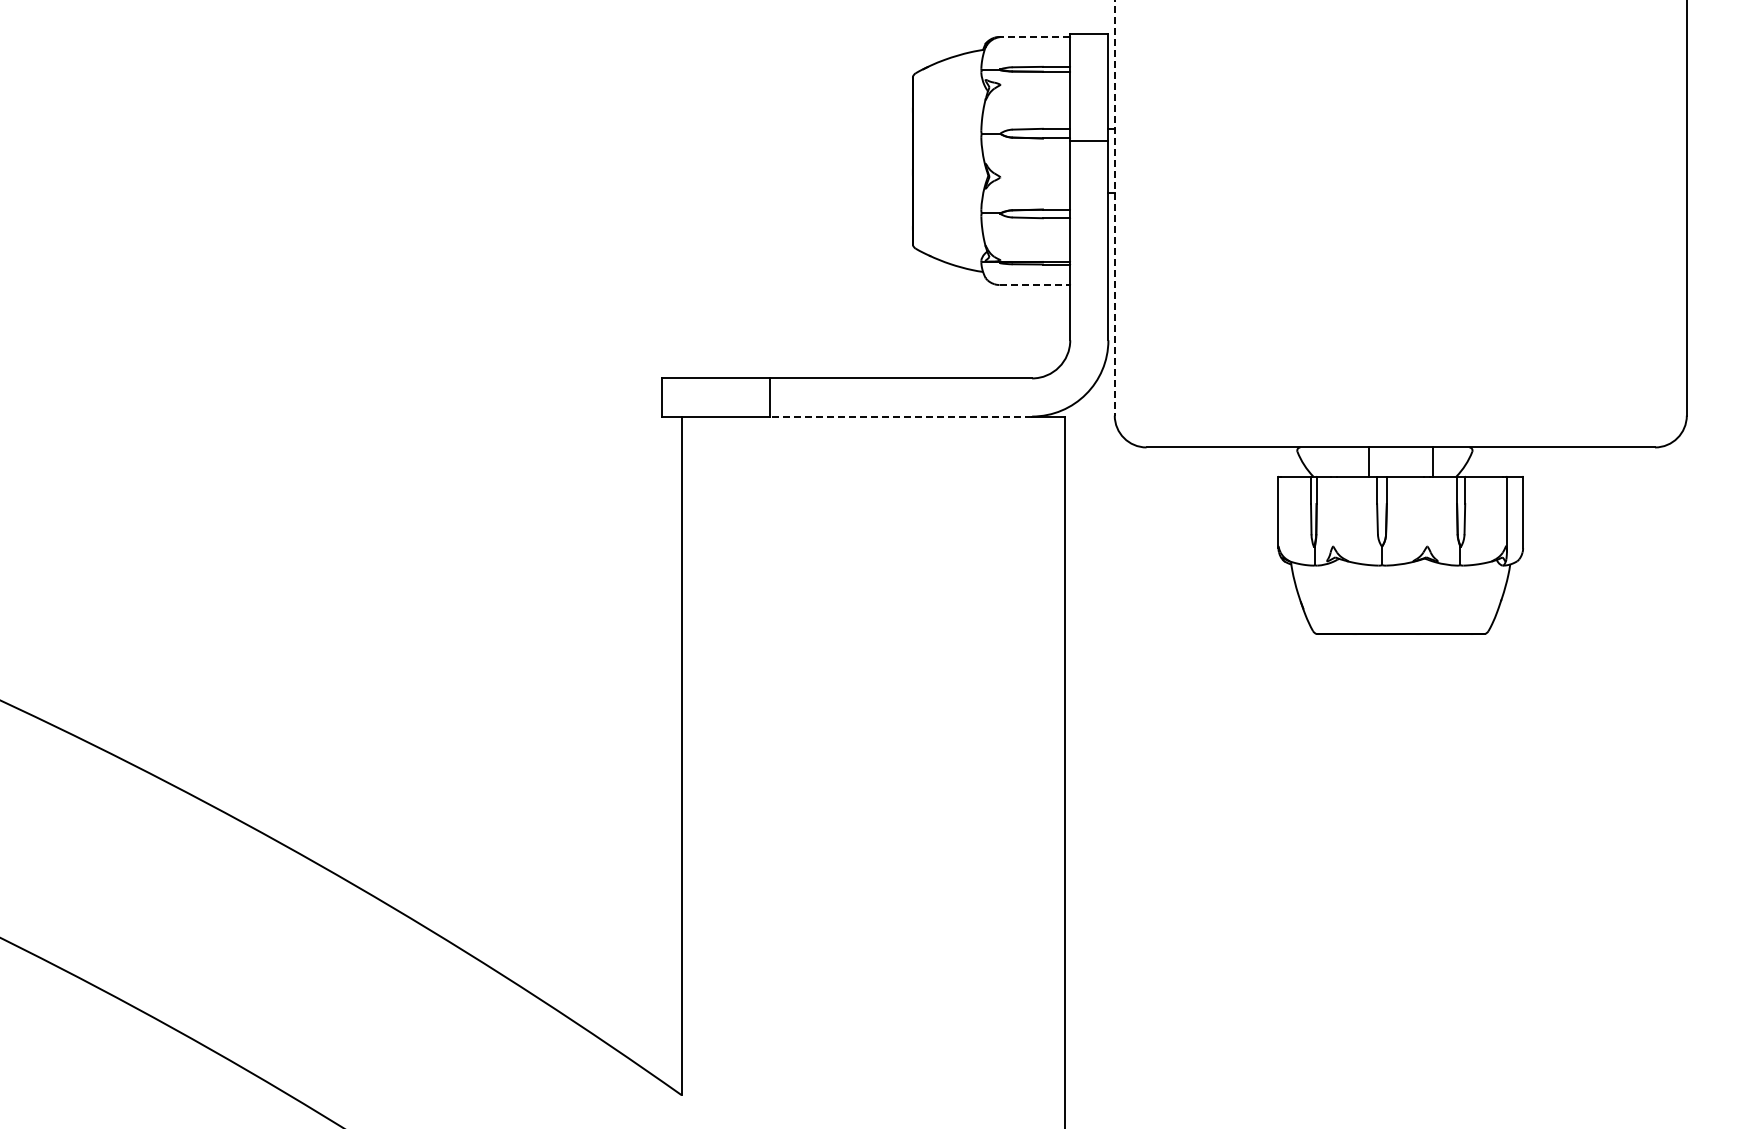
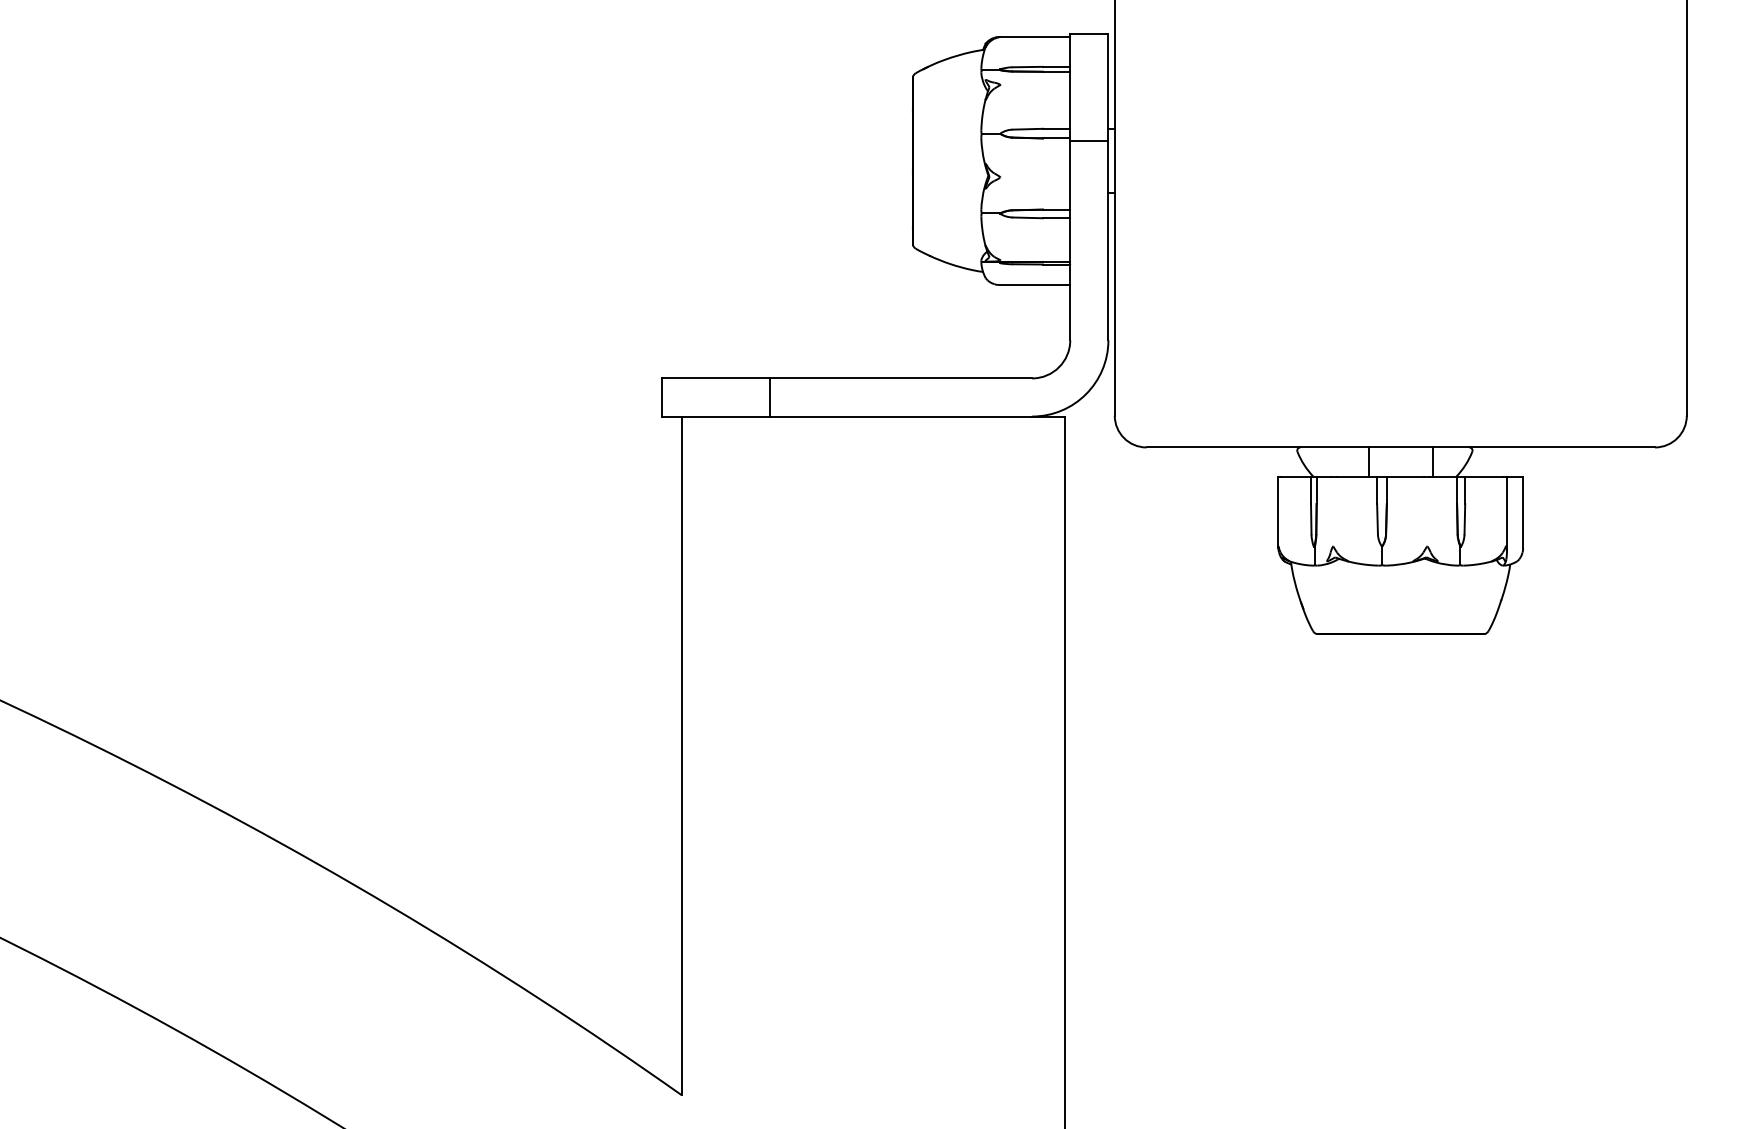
line at (1034, 36): dashed -> solid
line at (1114, 207): dashed -> solid
line at (1035, 285): dashed -> solid
line at (900, 416): dashed -> solid
